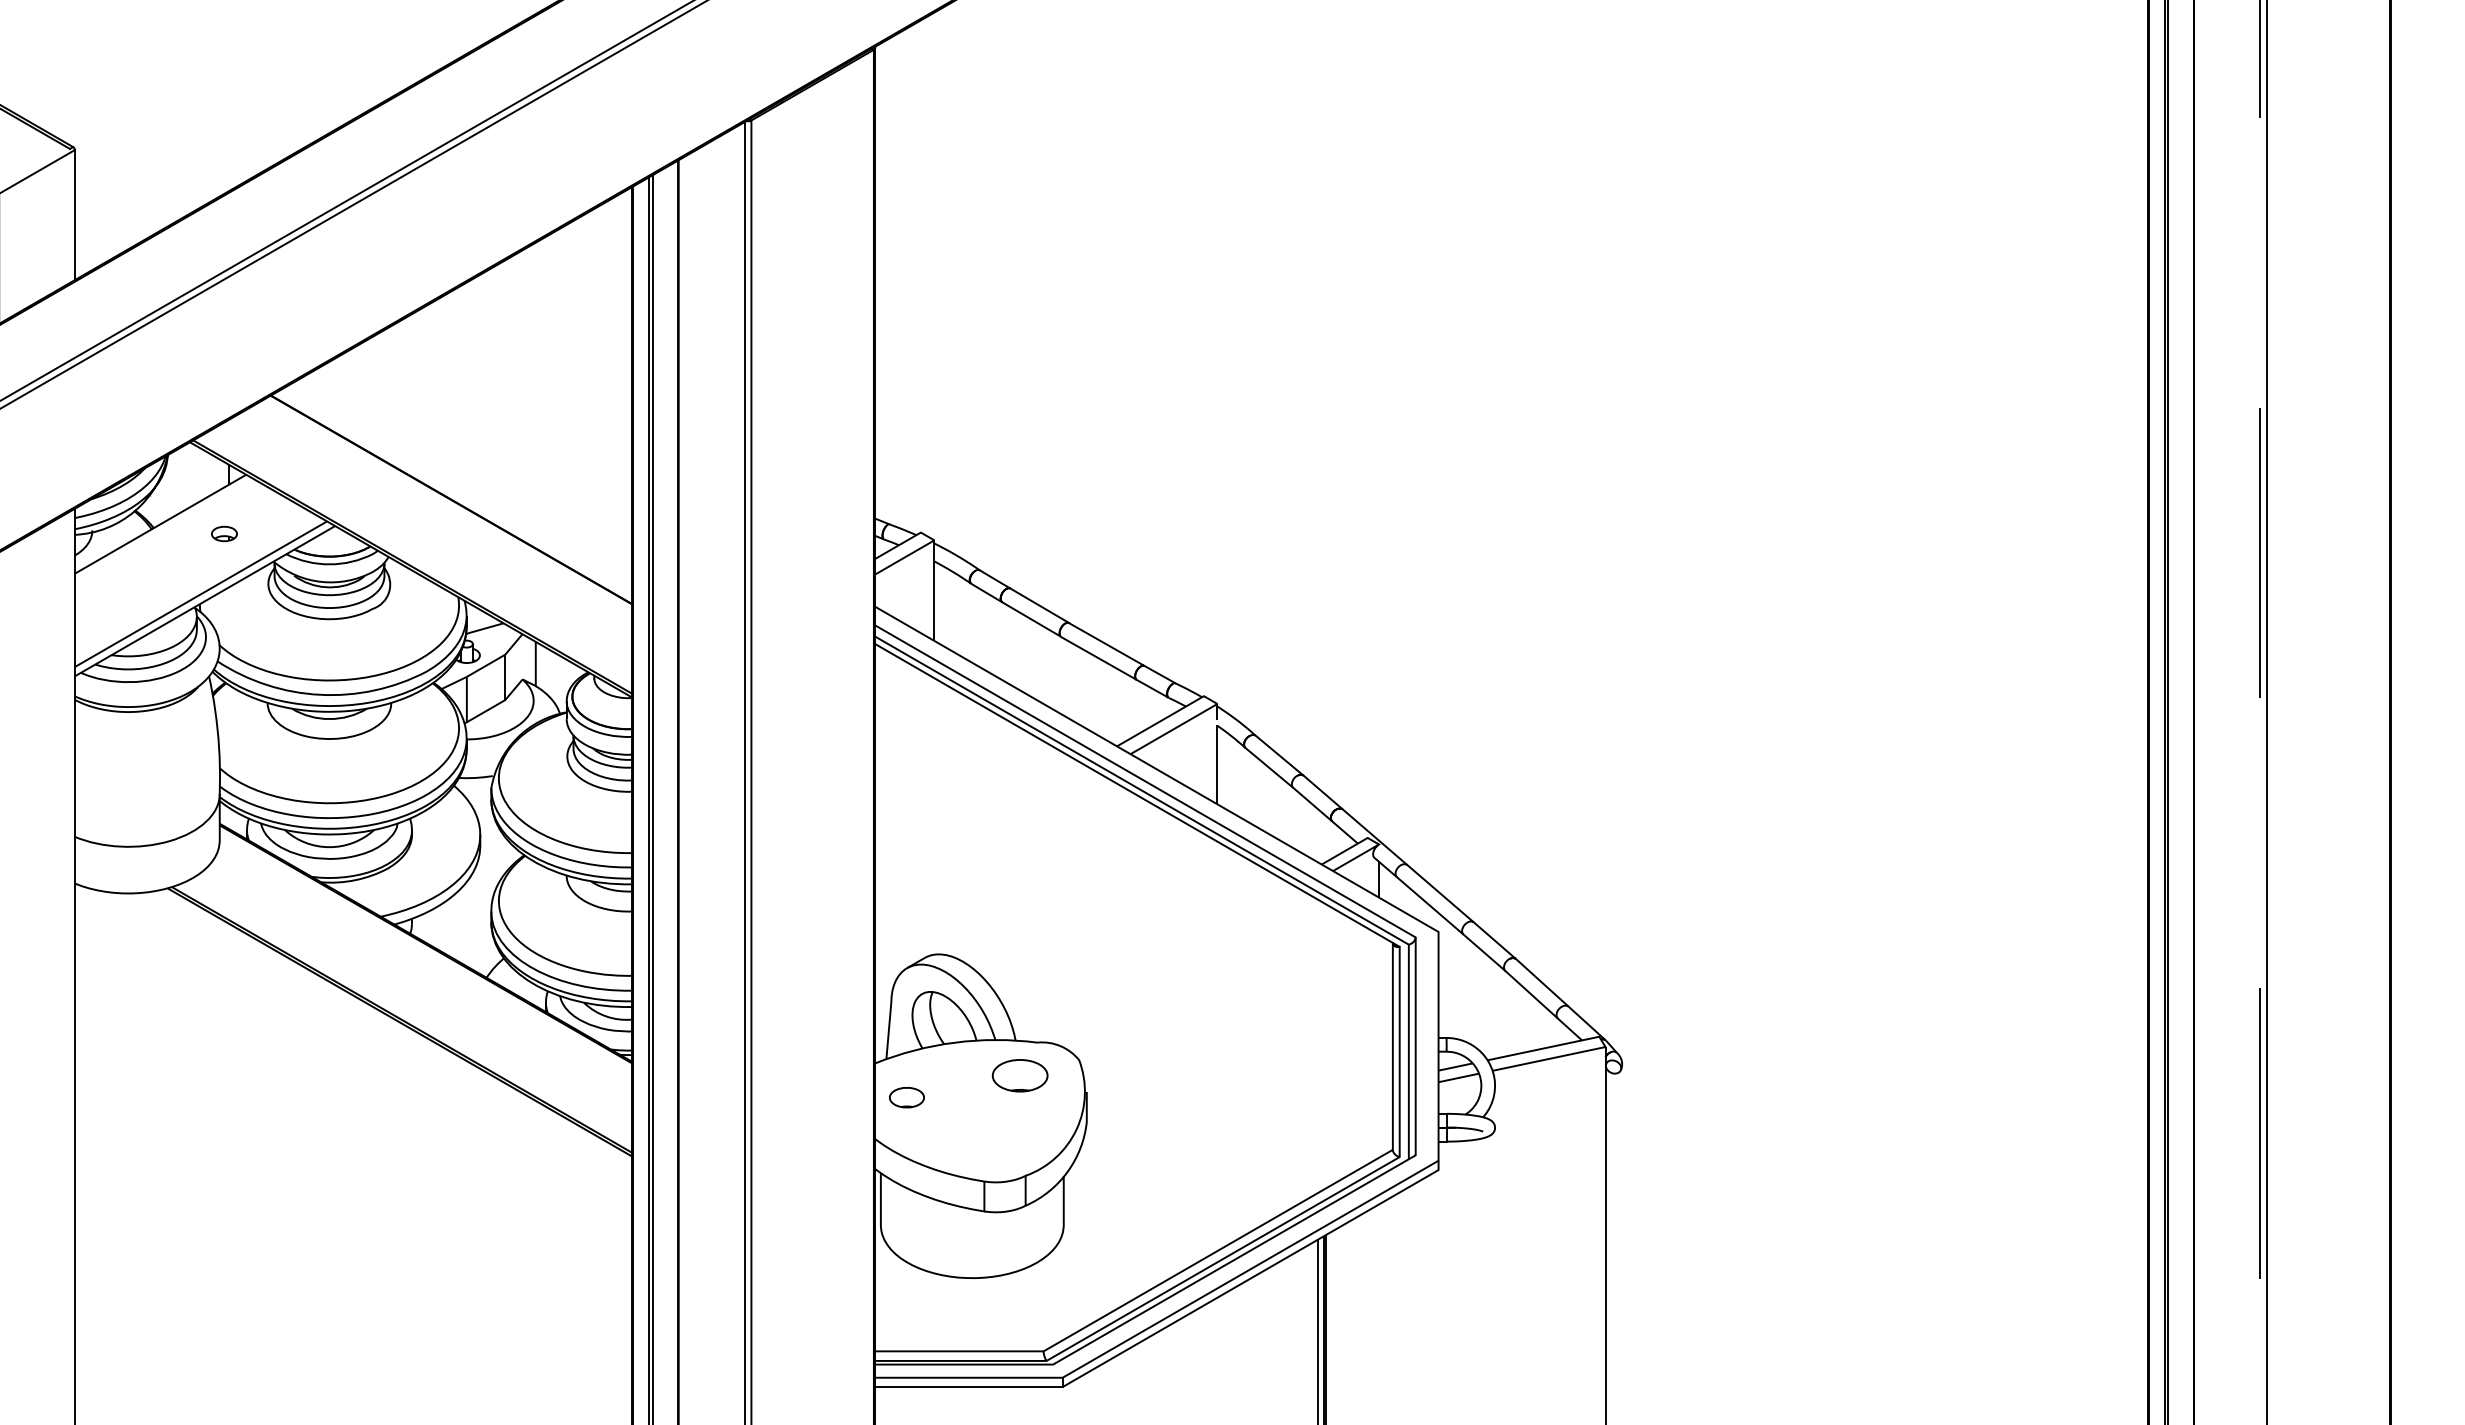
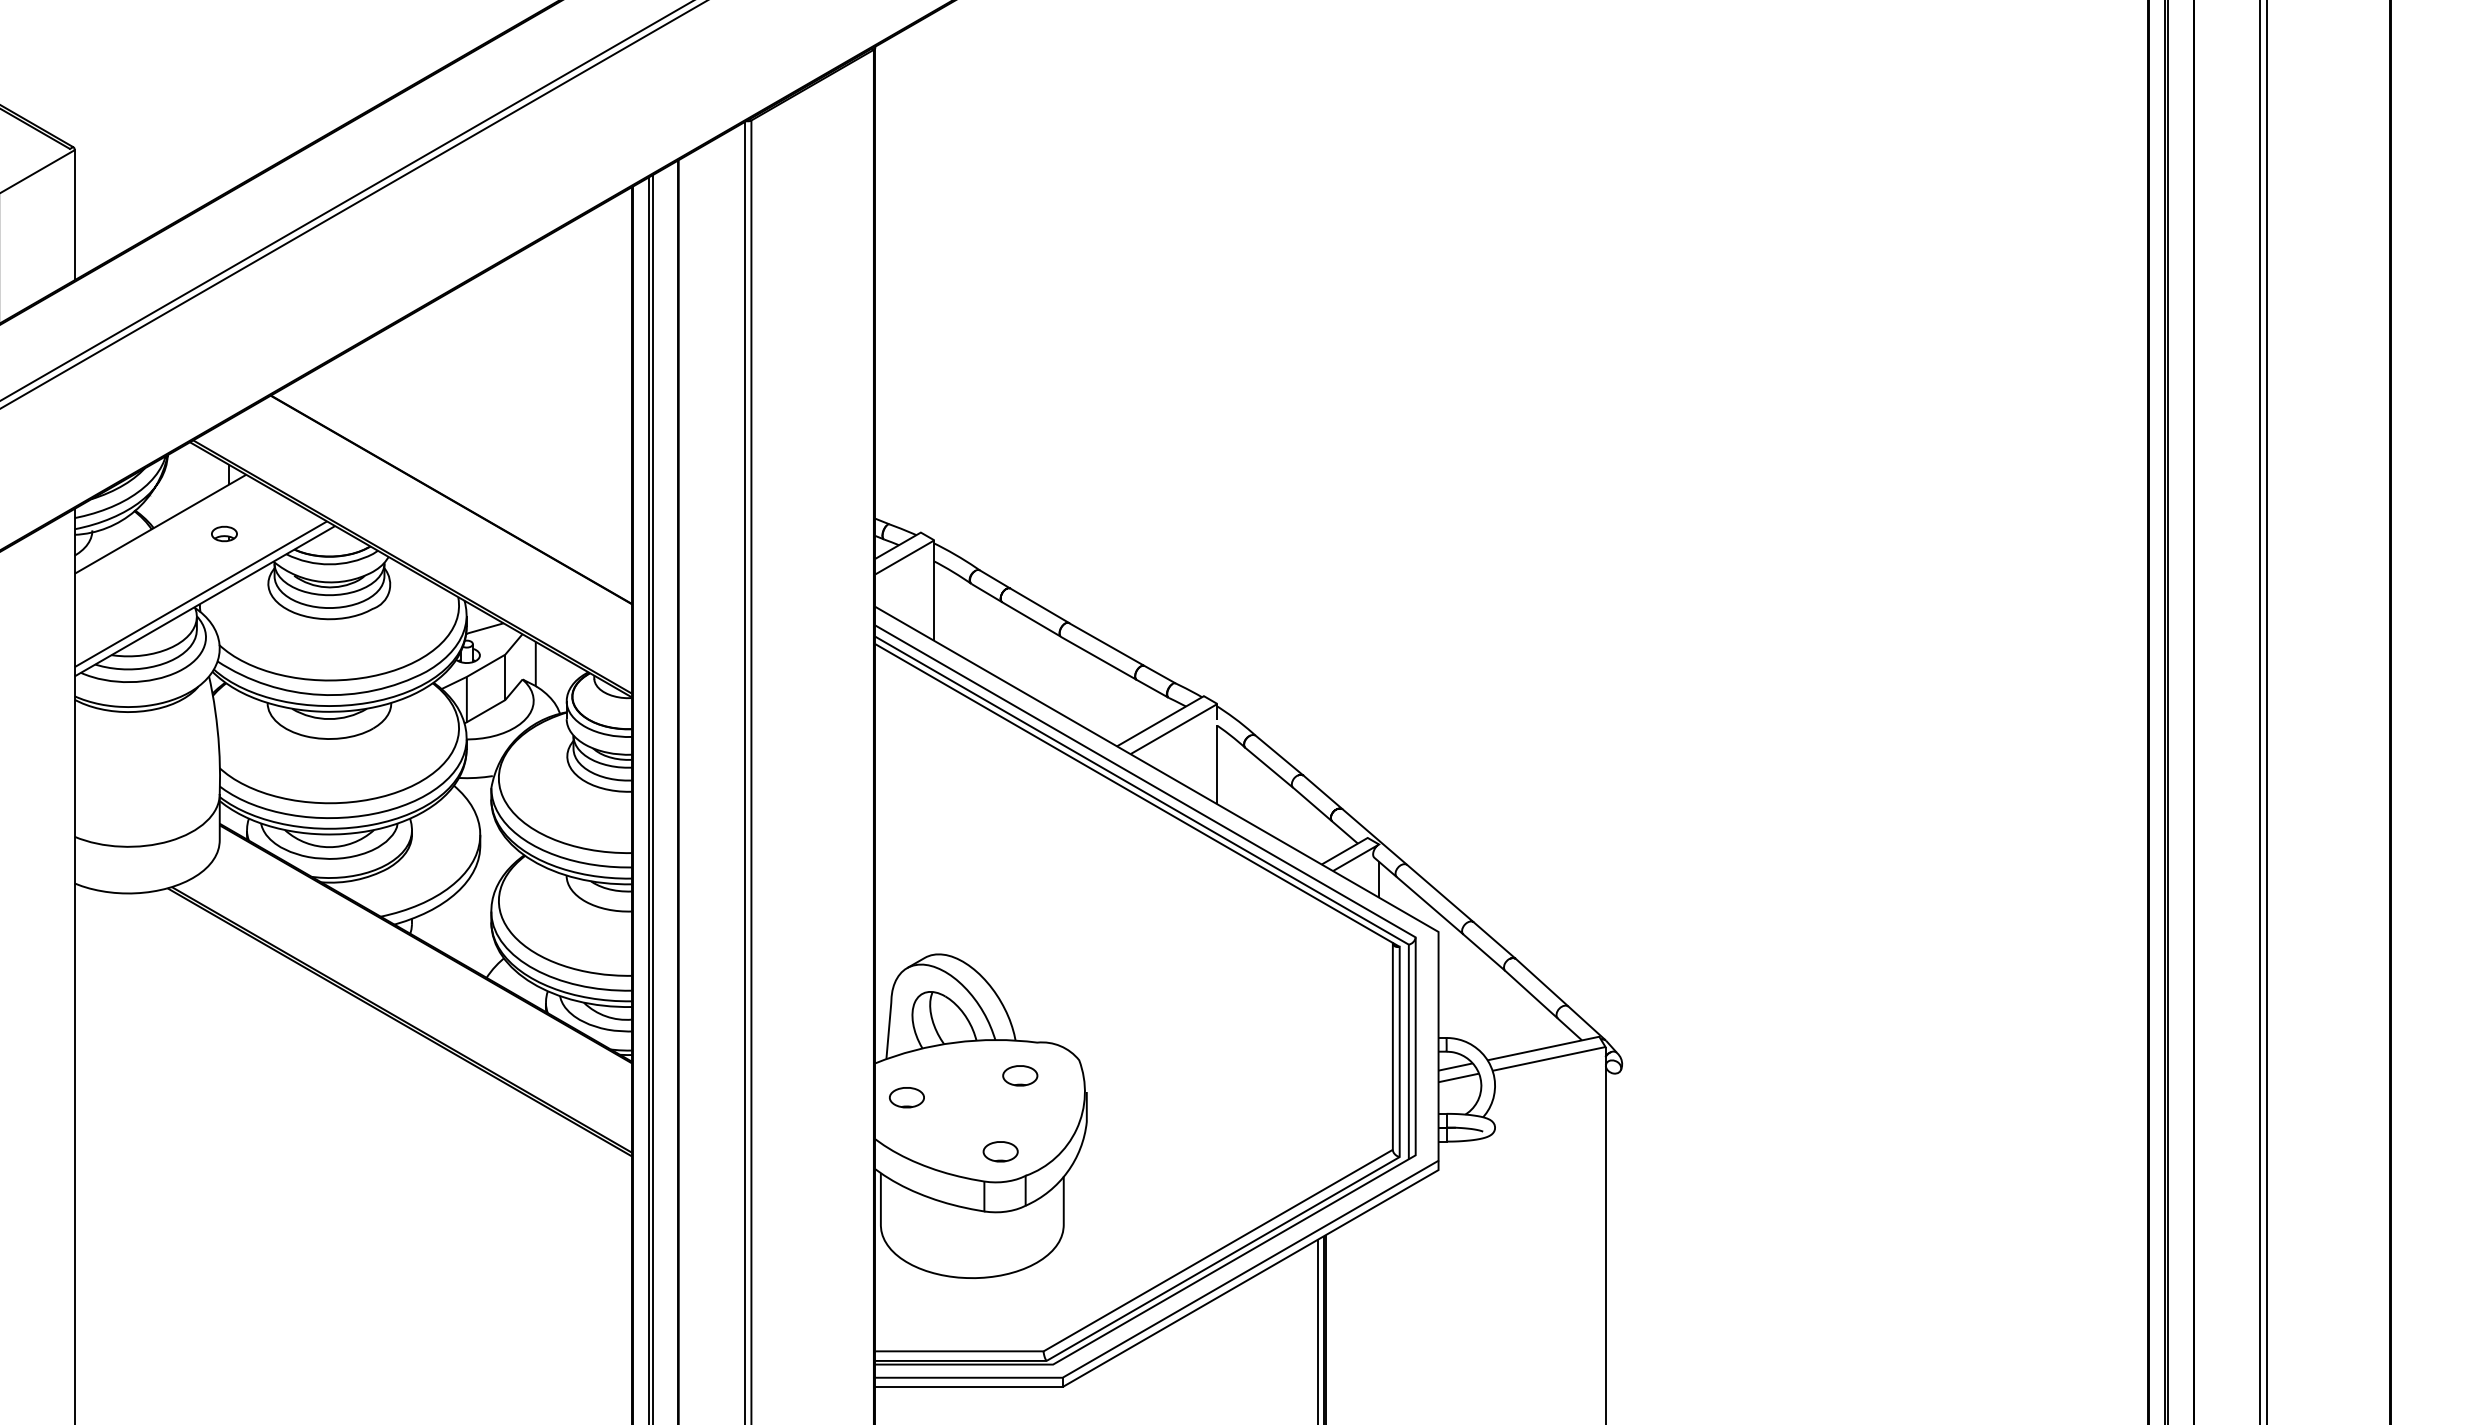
line at (2260, 712): dashed -> solid
part at (1019, 1075) size: 58x34 px -> 37x22 px
part at (1000, 1151): none -> present
